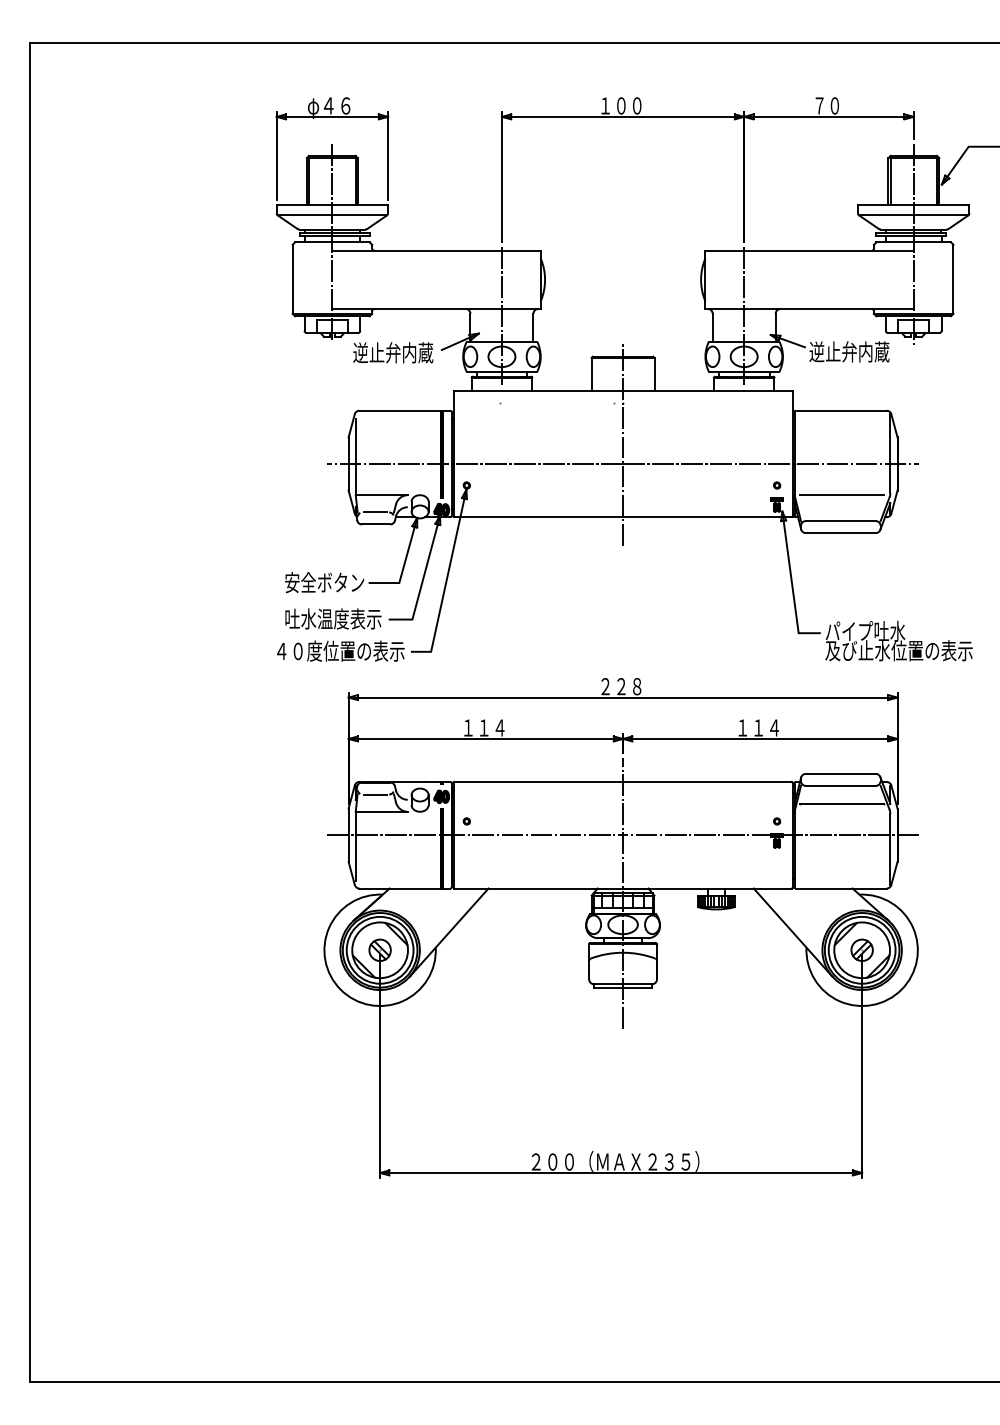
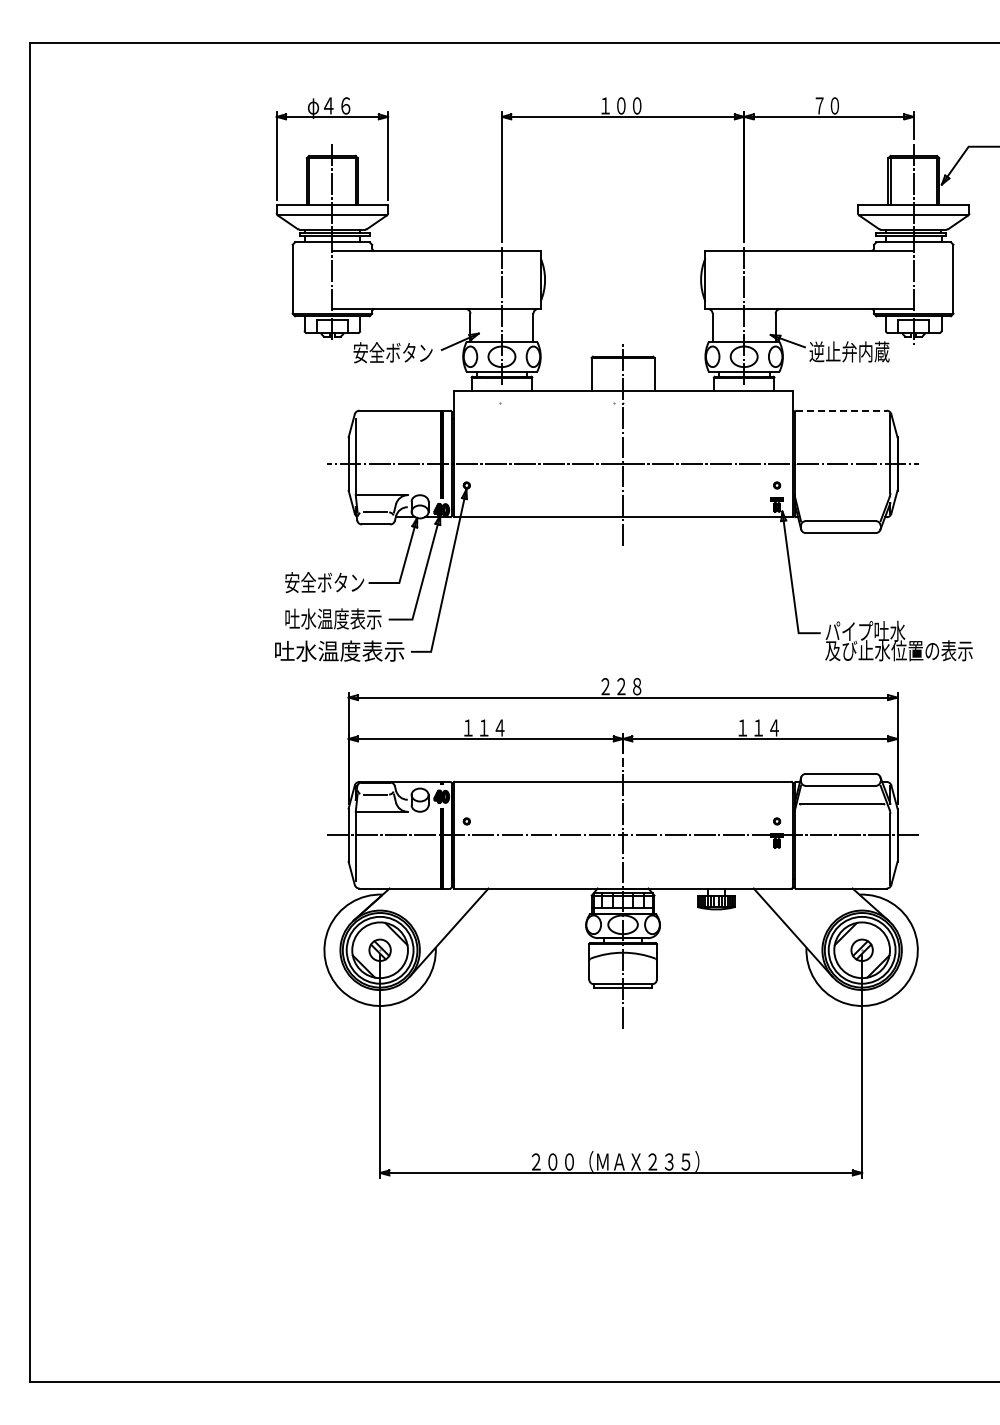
text at (393, 352): 逆止弁内蔵 -> 安全ボタン
line at (841, 410): solid -> dashed
line at (841, 495): present -> none
text at (339, 650): ４０度位置の表示 -> 吐水温度表示
